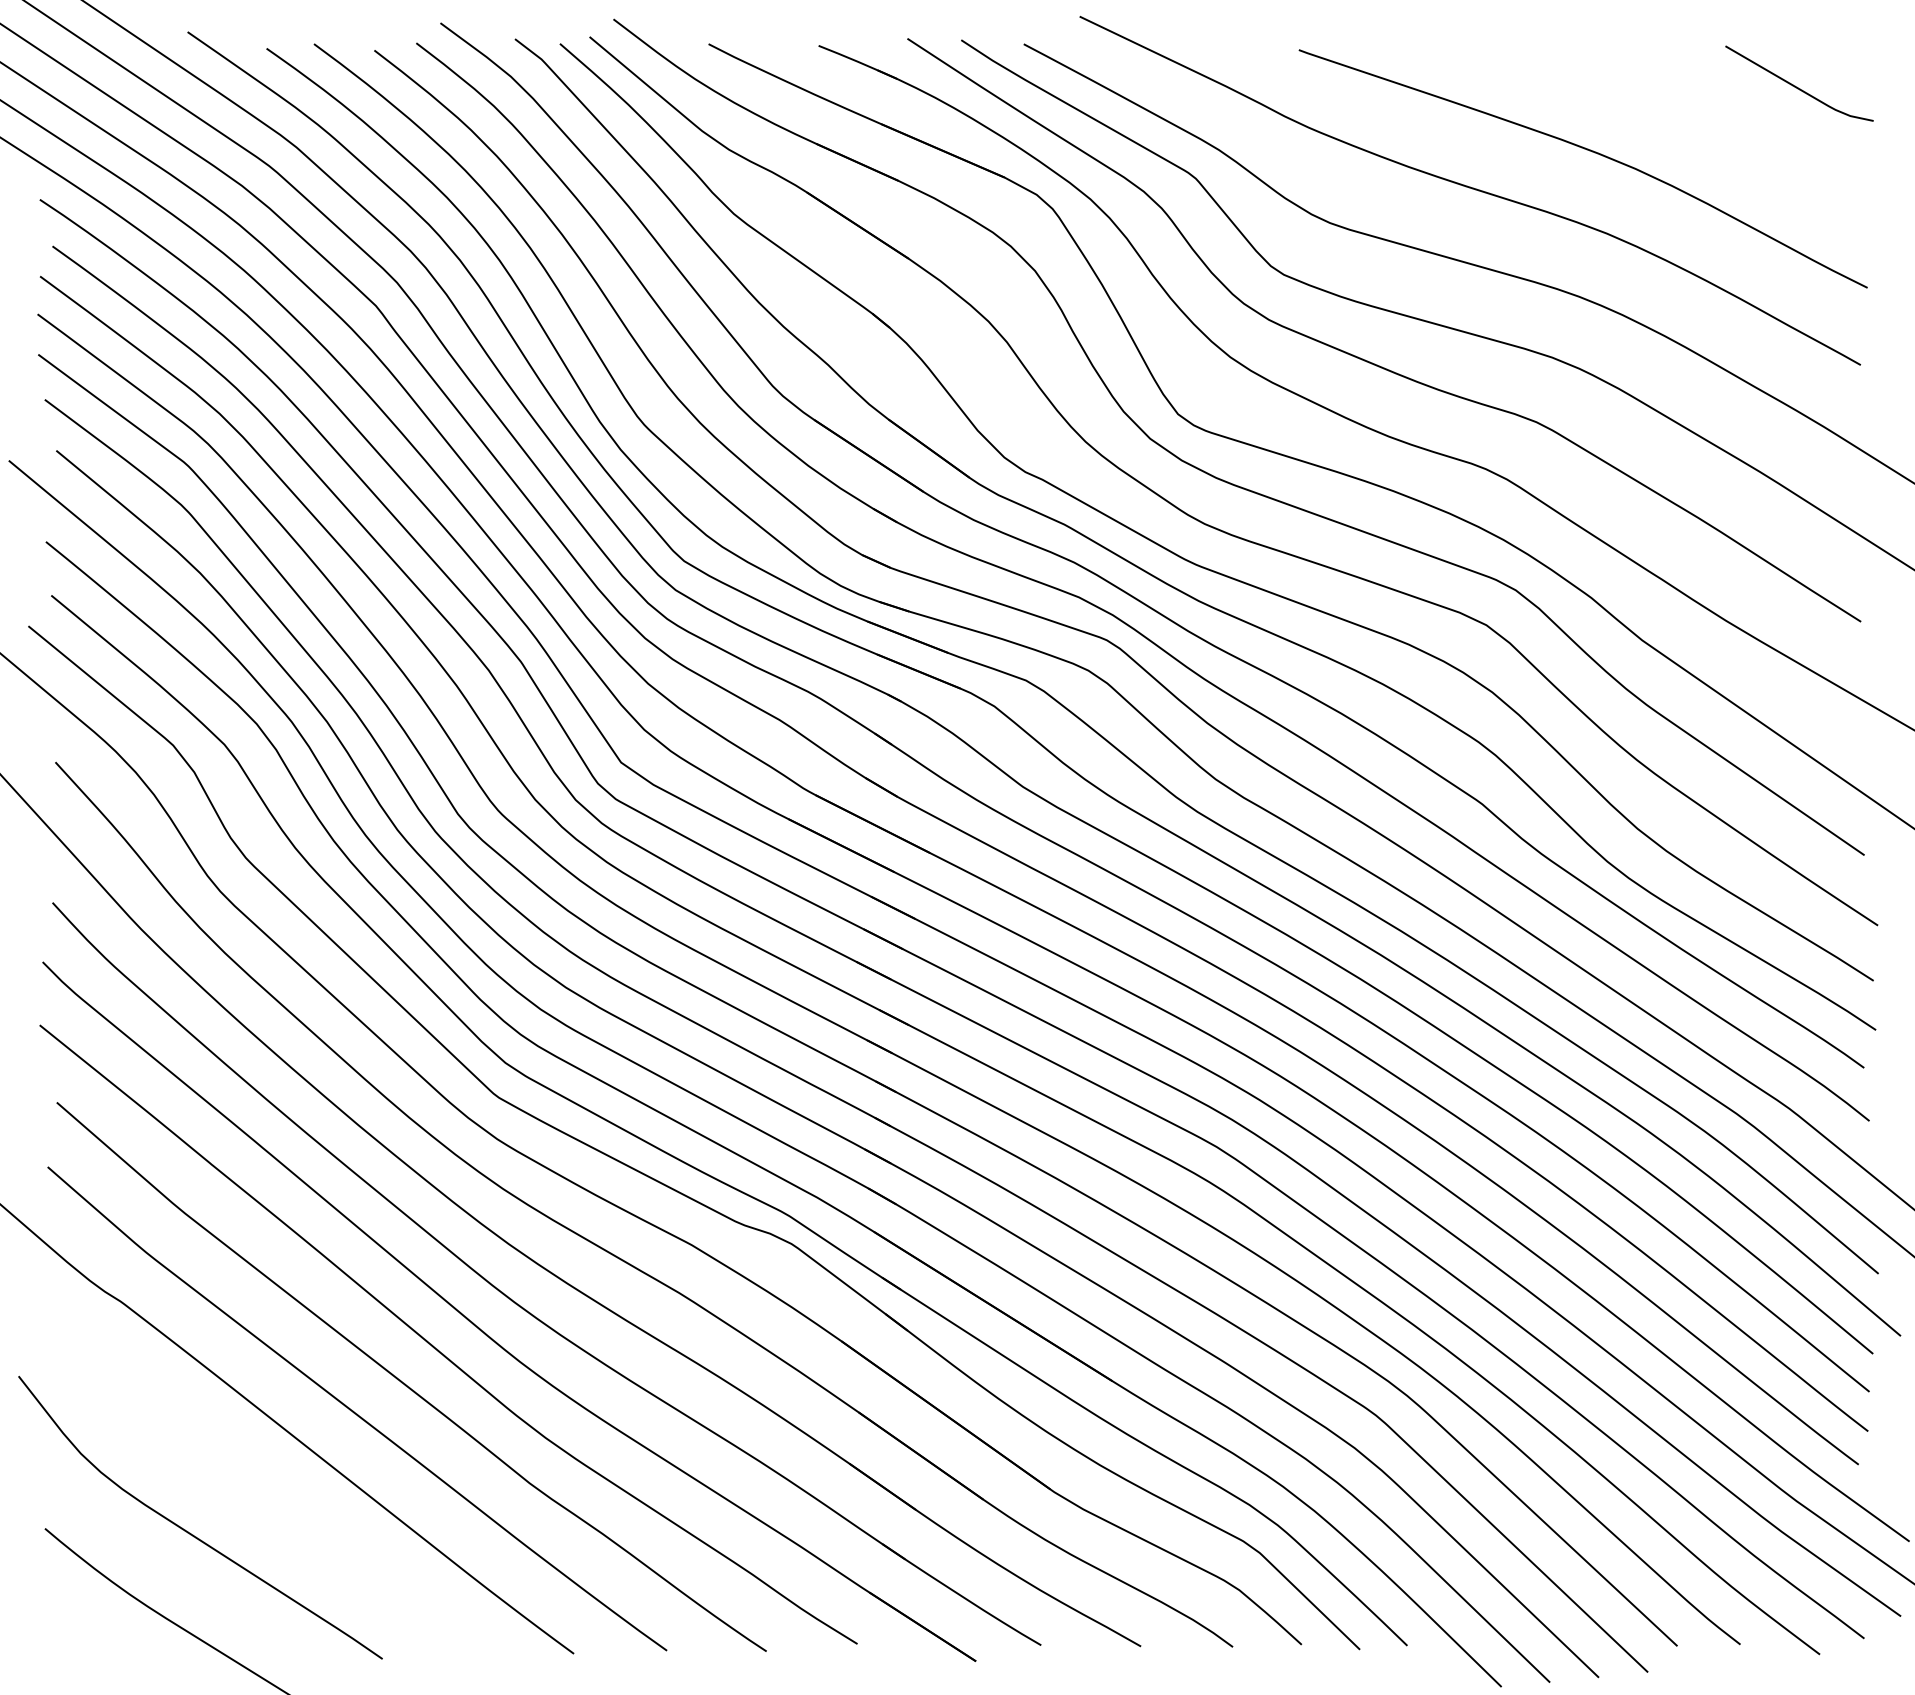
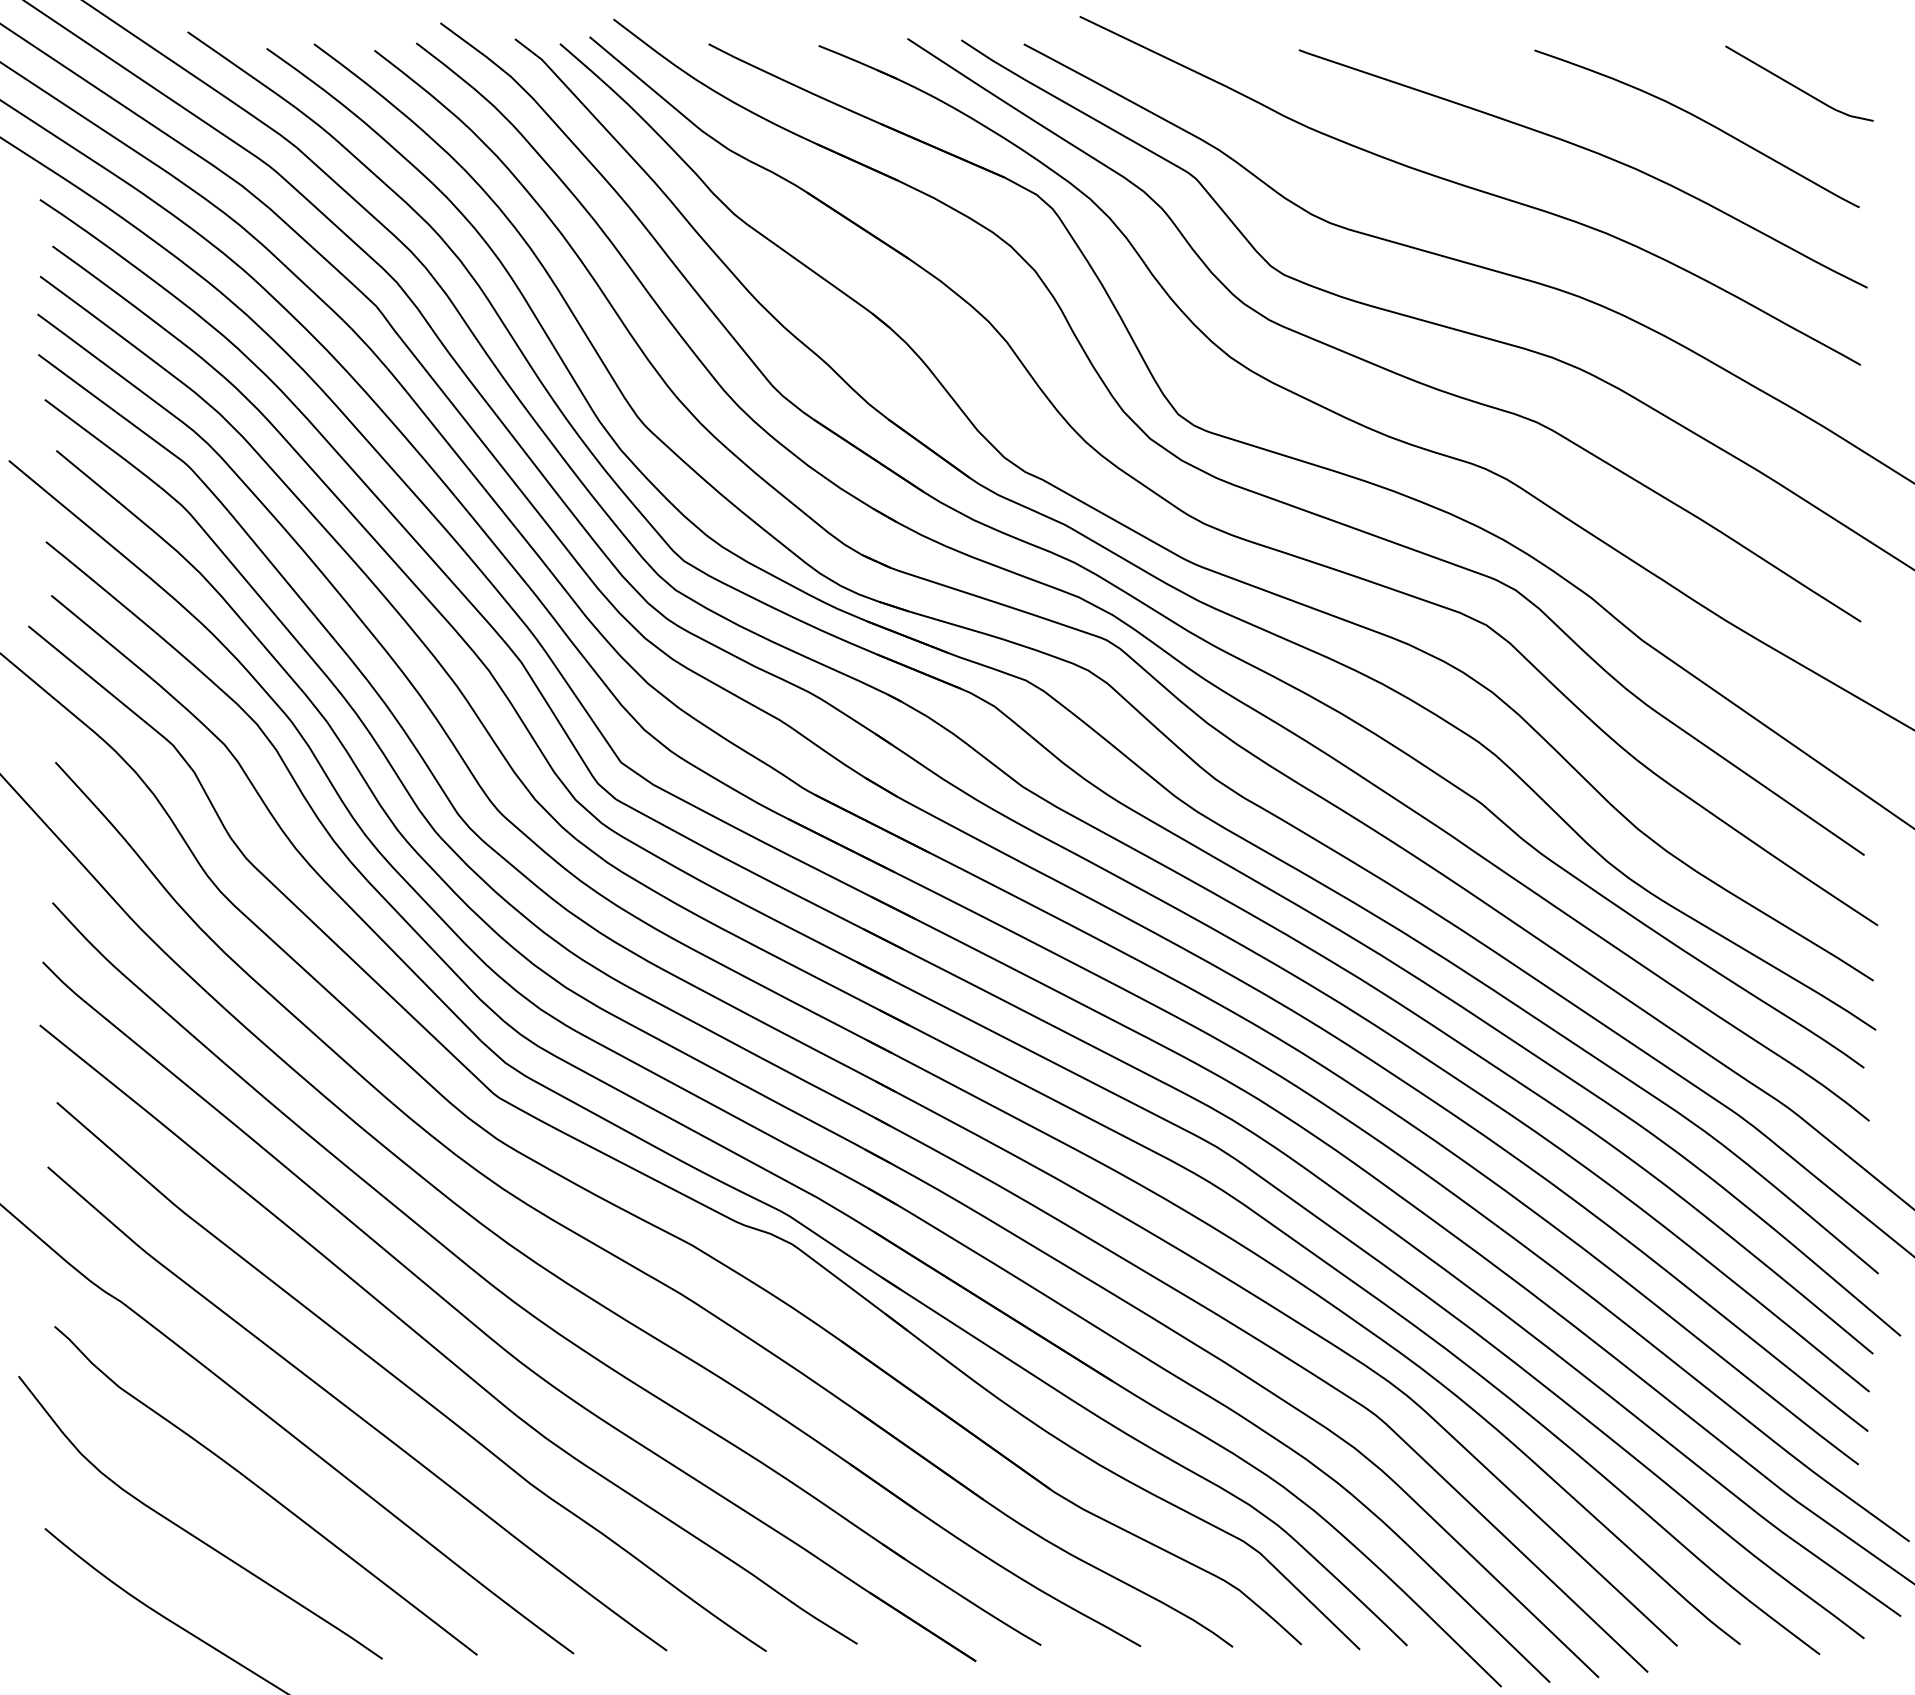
curve at (1700, 120): none -> present
curve at (264, 1490): none -> present
